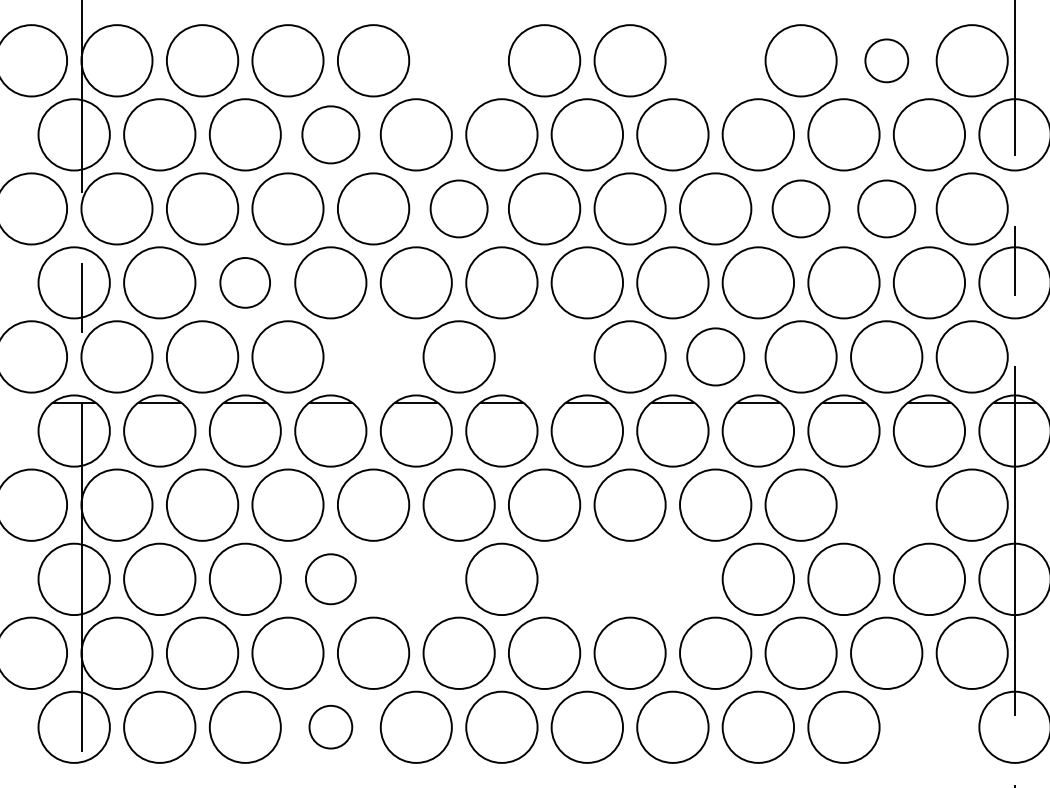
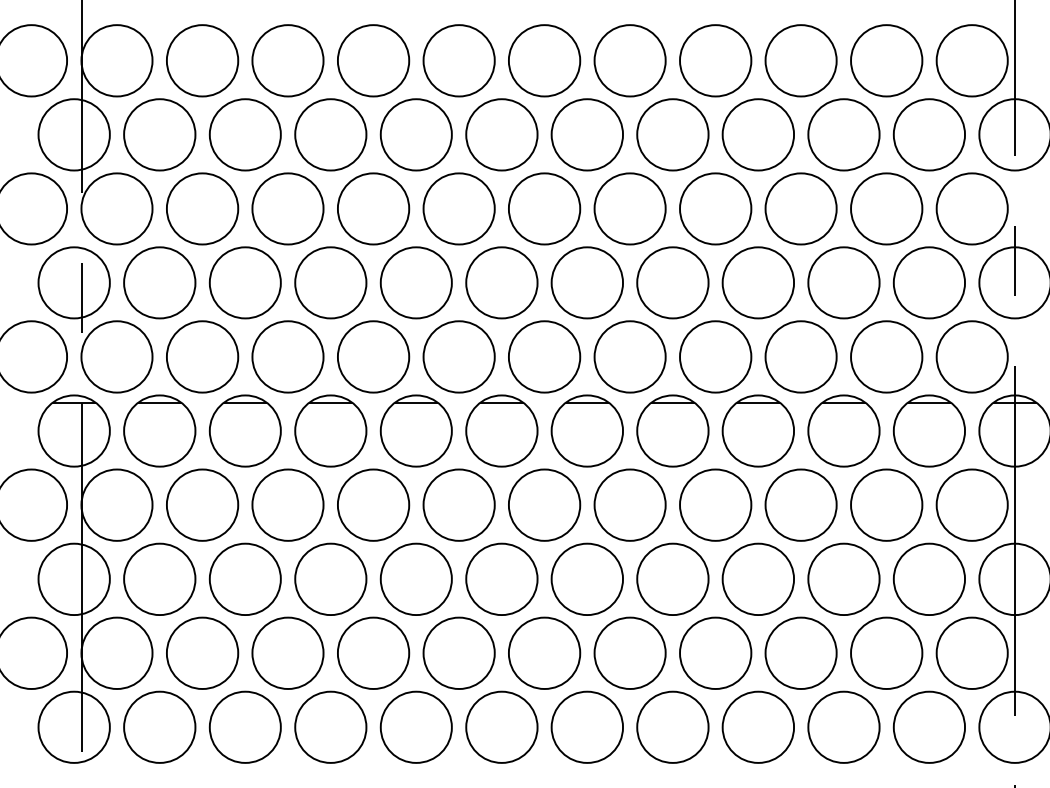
part at (458, 60): none -> present
part at (715, 60): none -> present
part at (886, 60) size: 46x46 px -> 74x74 px
part at (330, 134) size: 60x60 px -> 74x74 px
part at (458, 208) size: 60x60 px -> 74x74 px
part at (800, 208) size: 60x60 px -> 74x74 px
part at (886, 208) size: 60x60 px -> 74x74 px
part at (244, 282) size: 52x52 px -> 74x74 px
part at (373, 356): none -> present
part at (544, 356): none -> present
part at (715, 356) size: 60x60 px -> 74x74 px
part at (886, 504): none -> present
part at (415, 578): none -> present
part at (586, 578): none -> present
part at (672, 578): none -> present
part at (330, 579) size: 52x53 px -> 74x74 px
part at (928, 726): none -> present
part at (330, 727) size: 46x45 px -> 74x74 px
